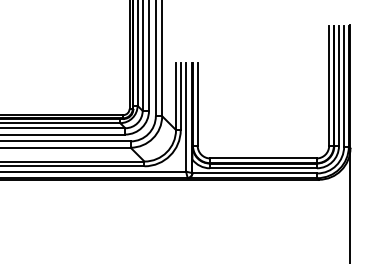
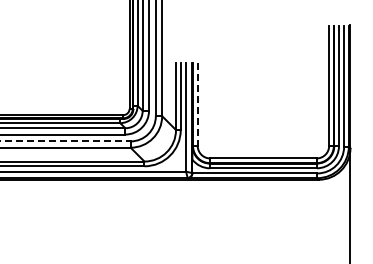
line at (197, 105): solid -> dashed
line at (65, 141): solid -> dashed
